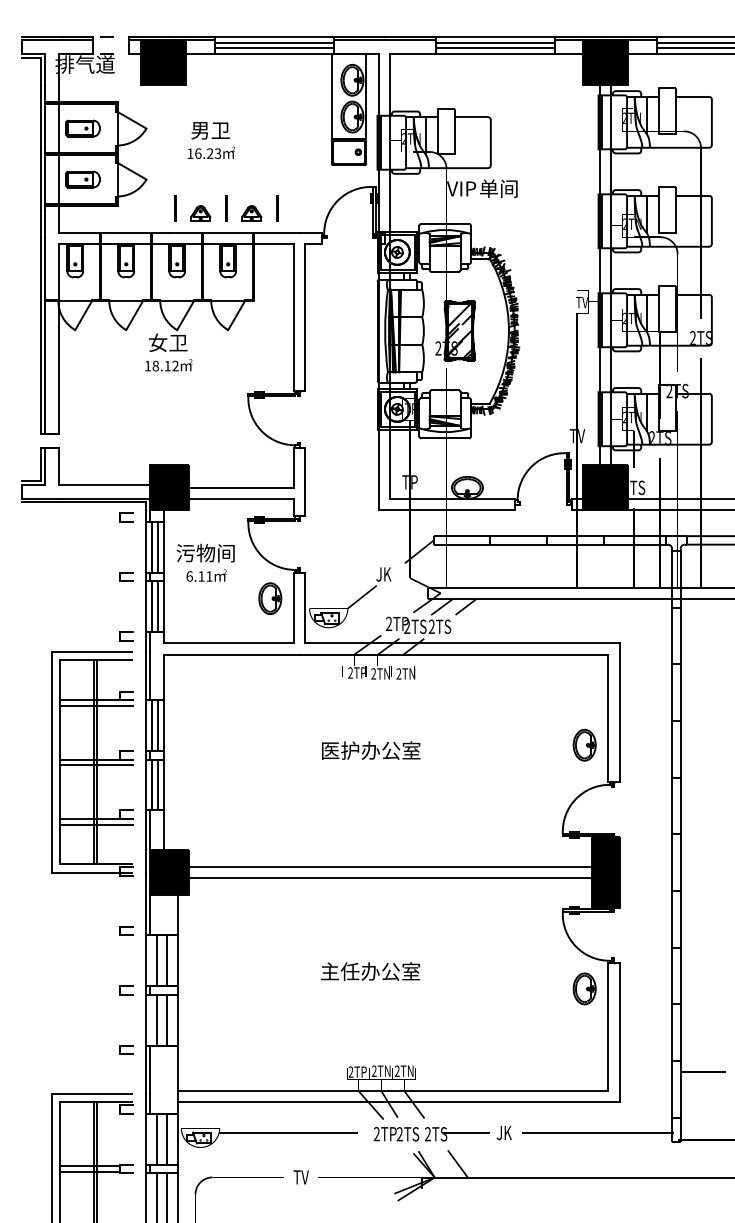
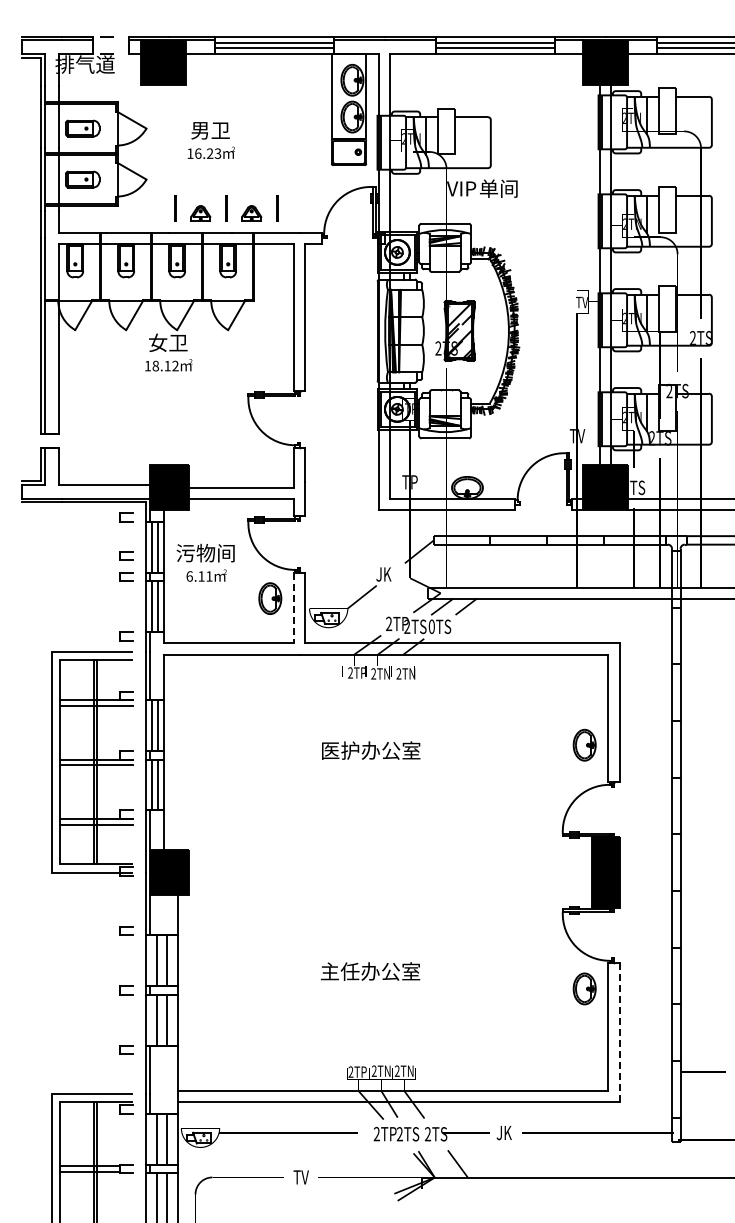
part at (126, 555): none -> present
line at (294, 608): solid -> dashed
text at (431, 626): 2TS -> 0TS
line at (390, 867): present -> none
line at (390, 878): present -> none
line at (619, 1032): solid -> dashed
